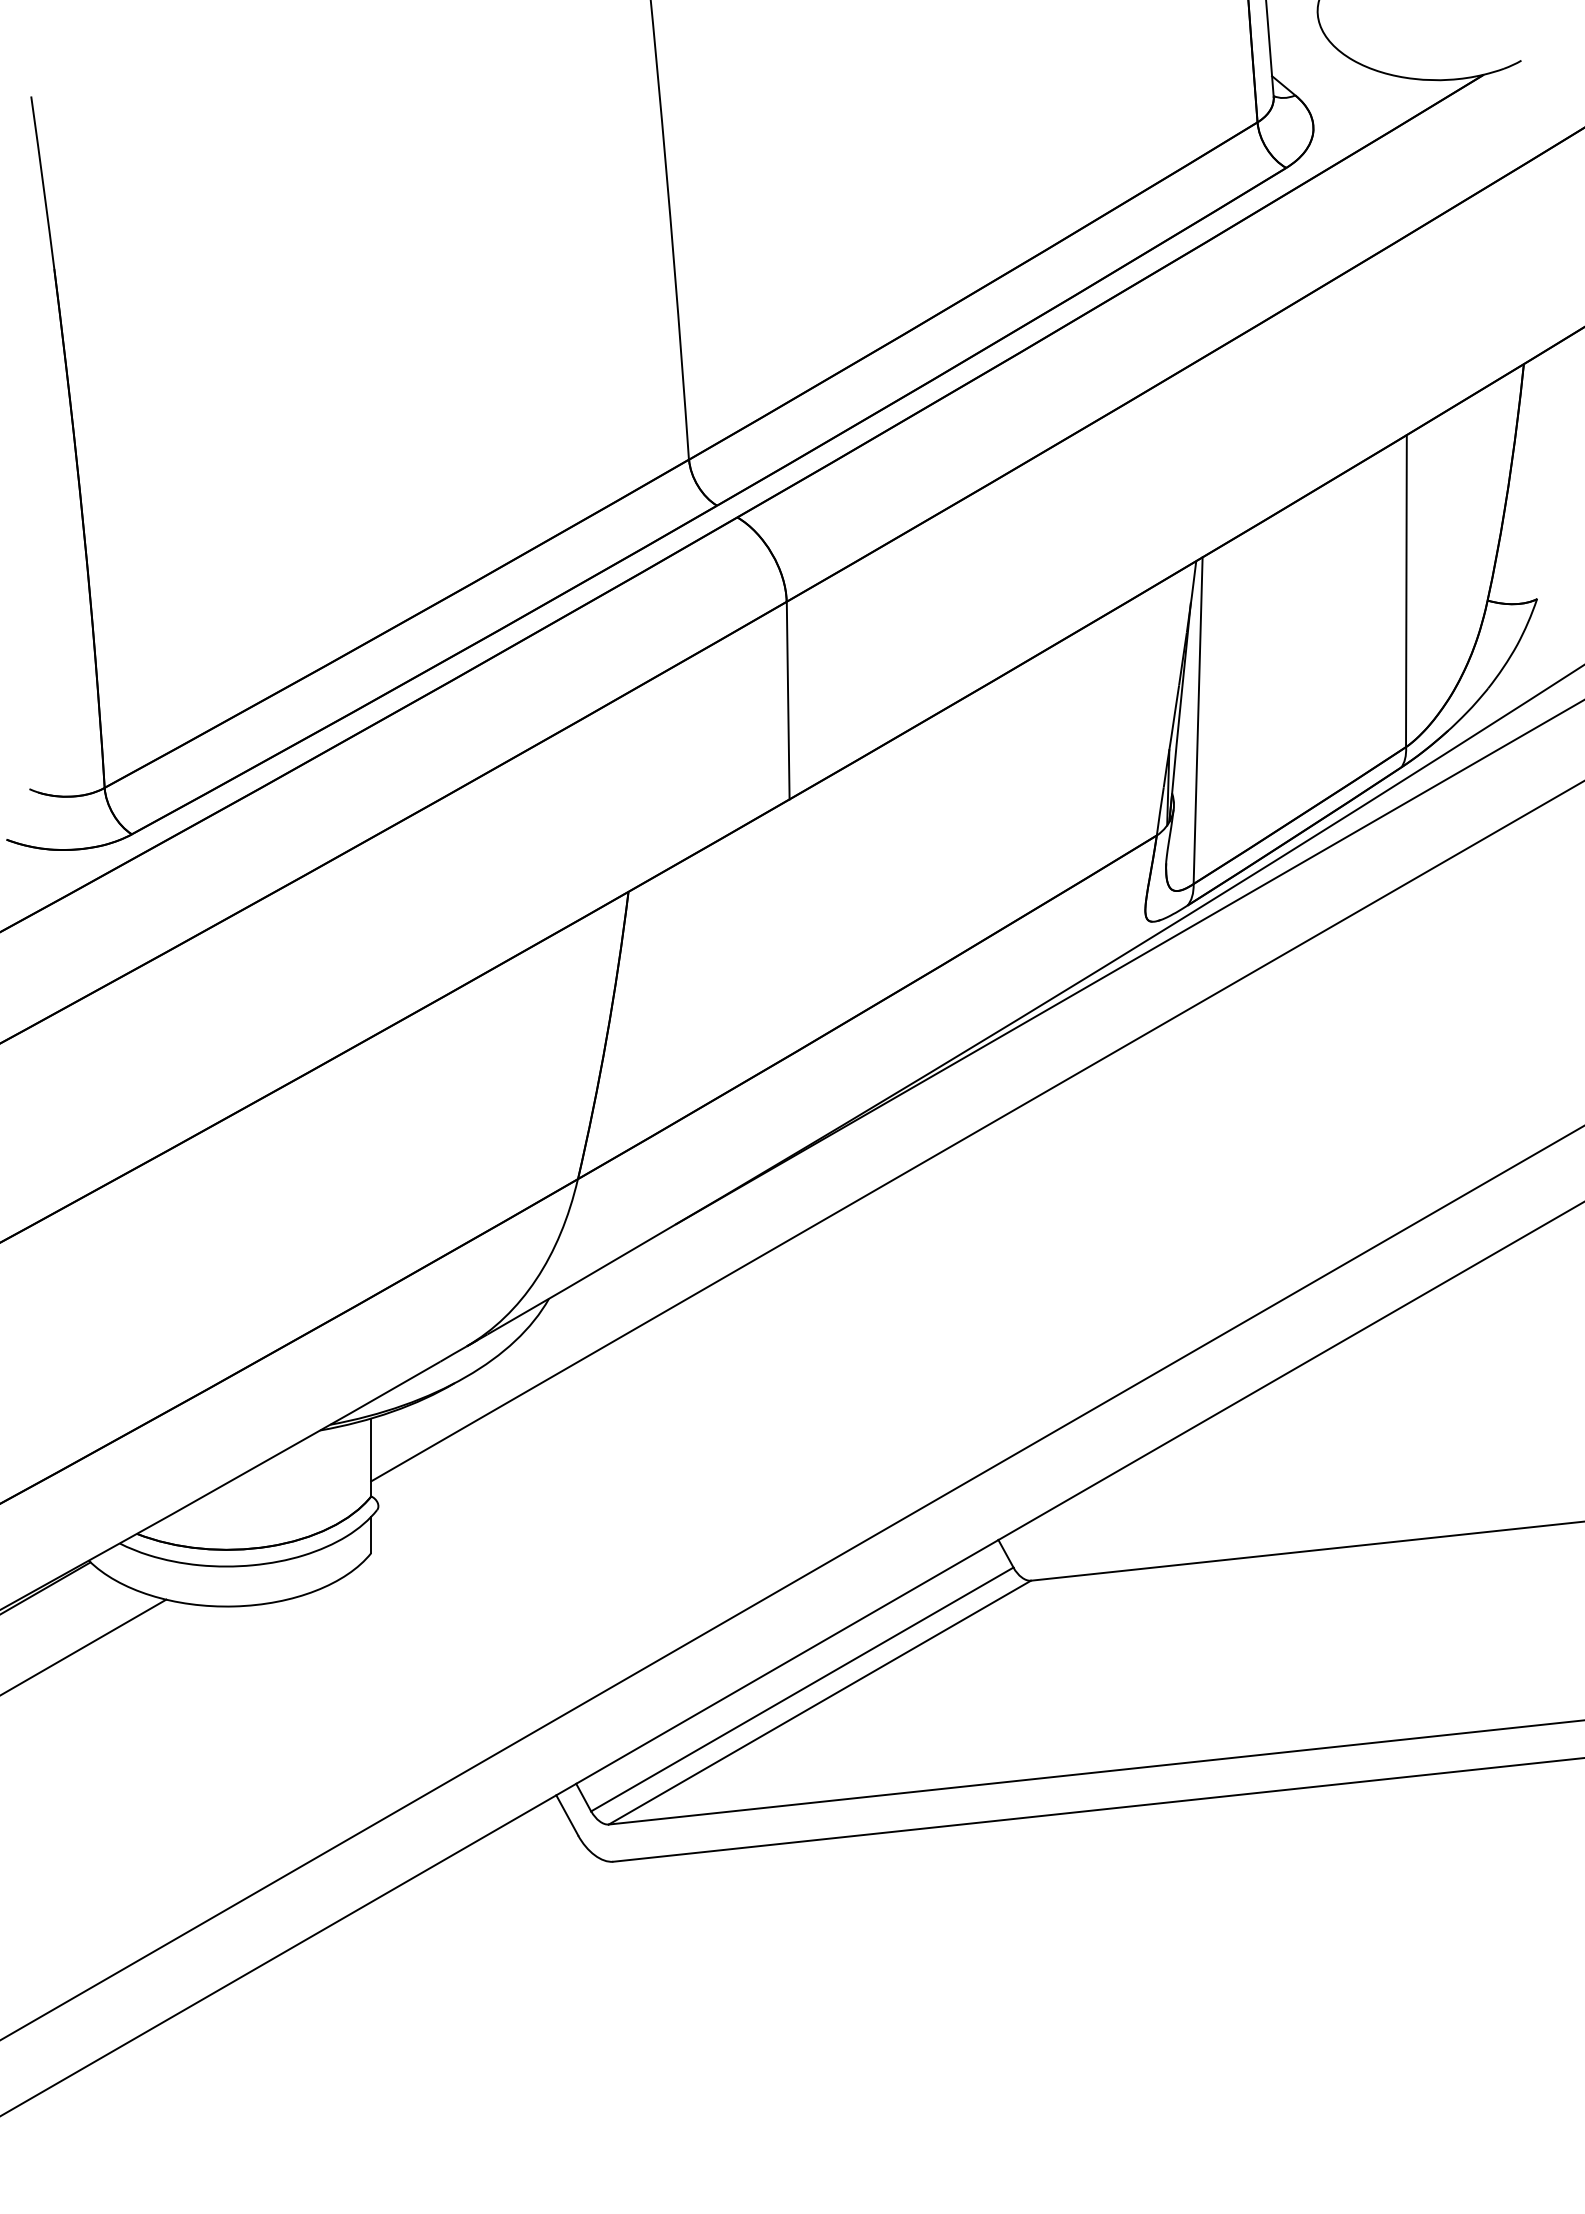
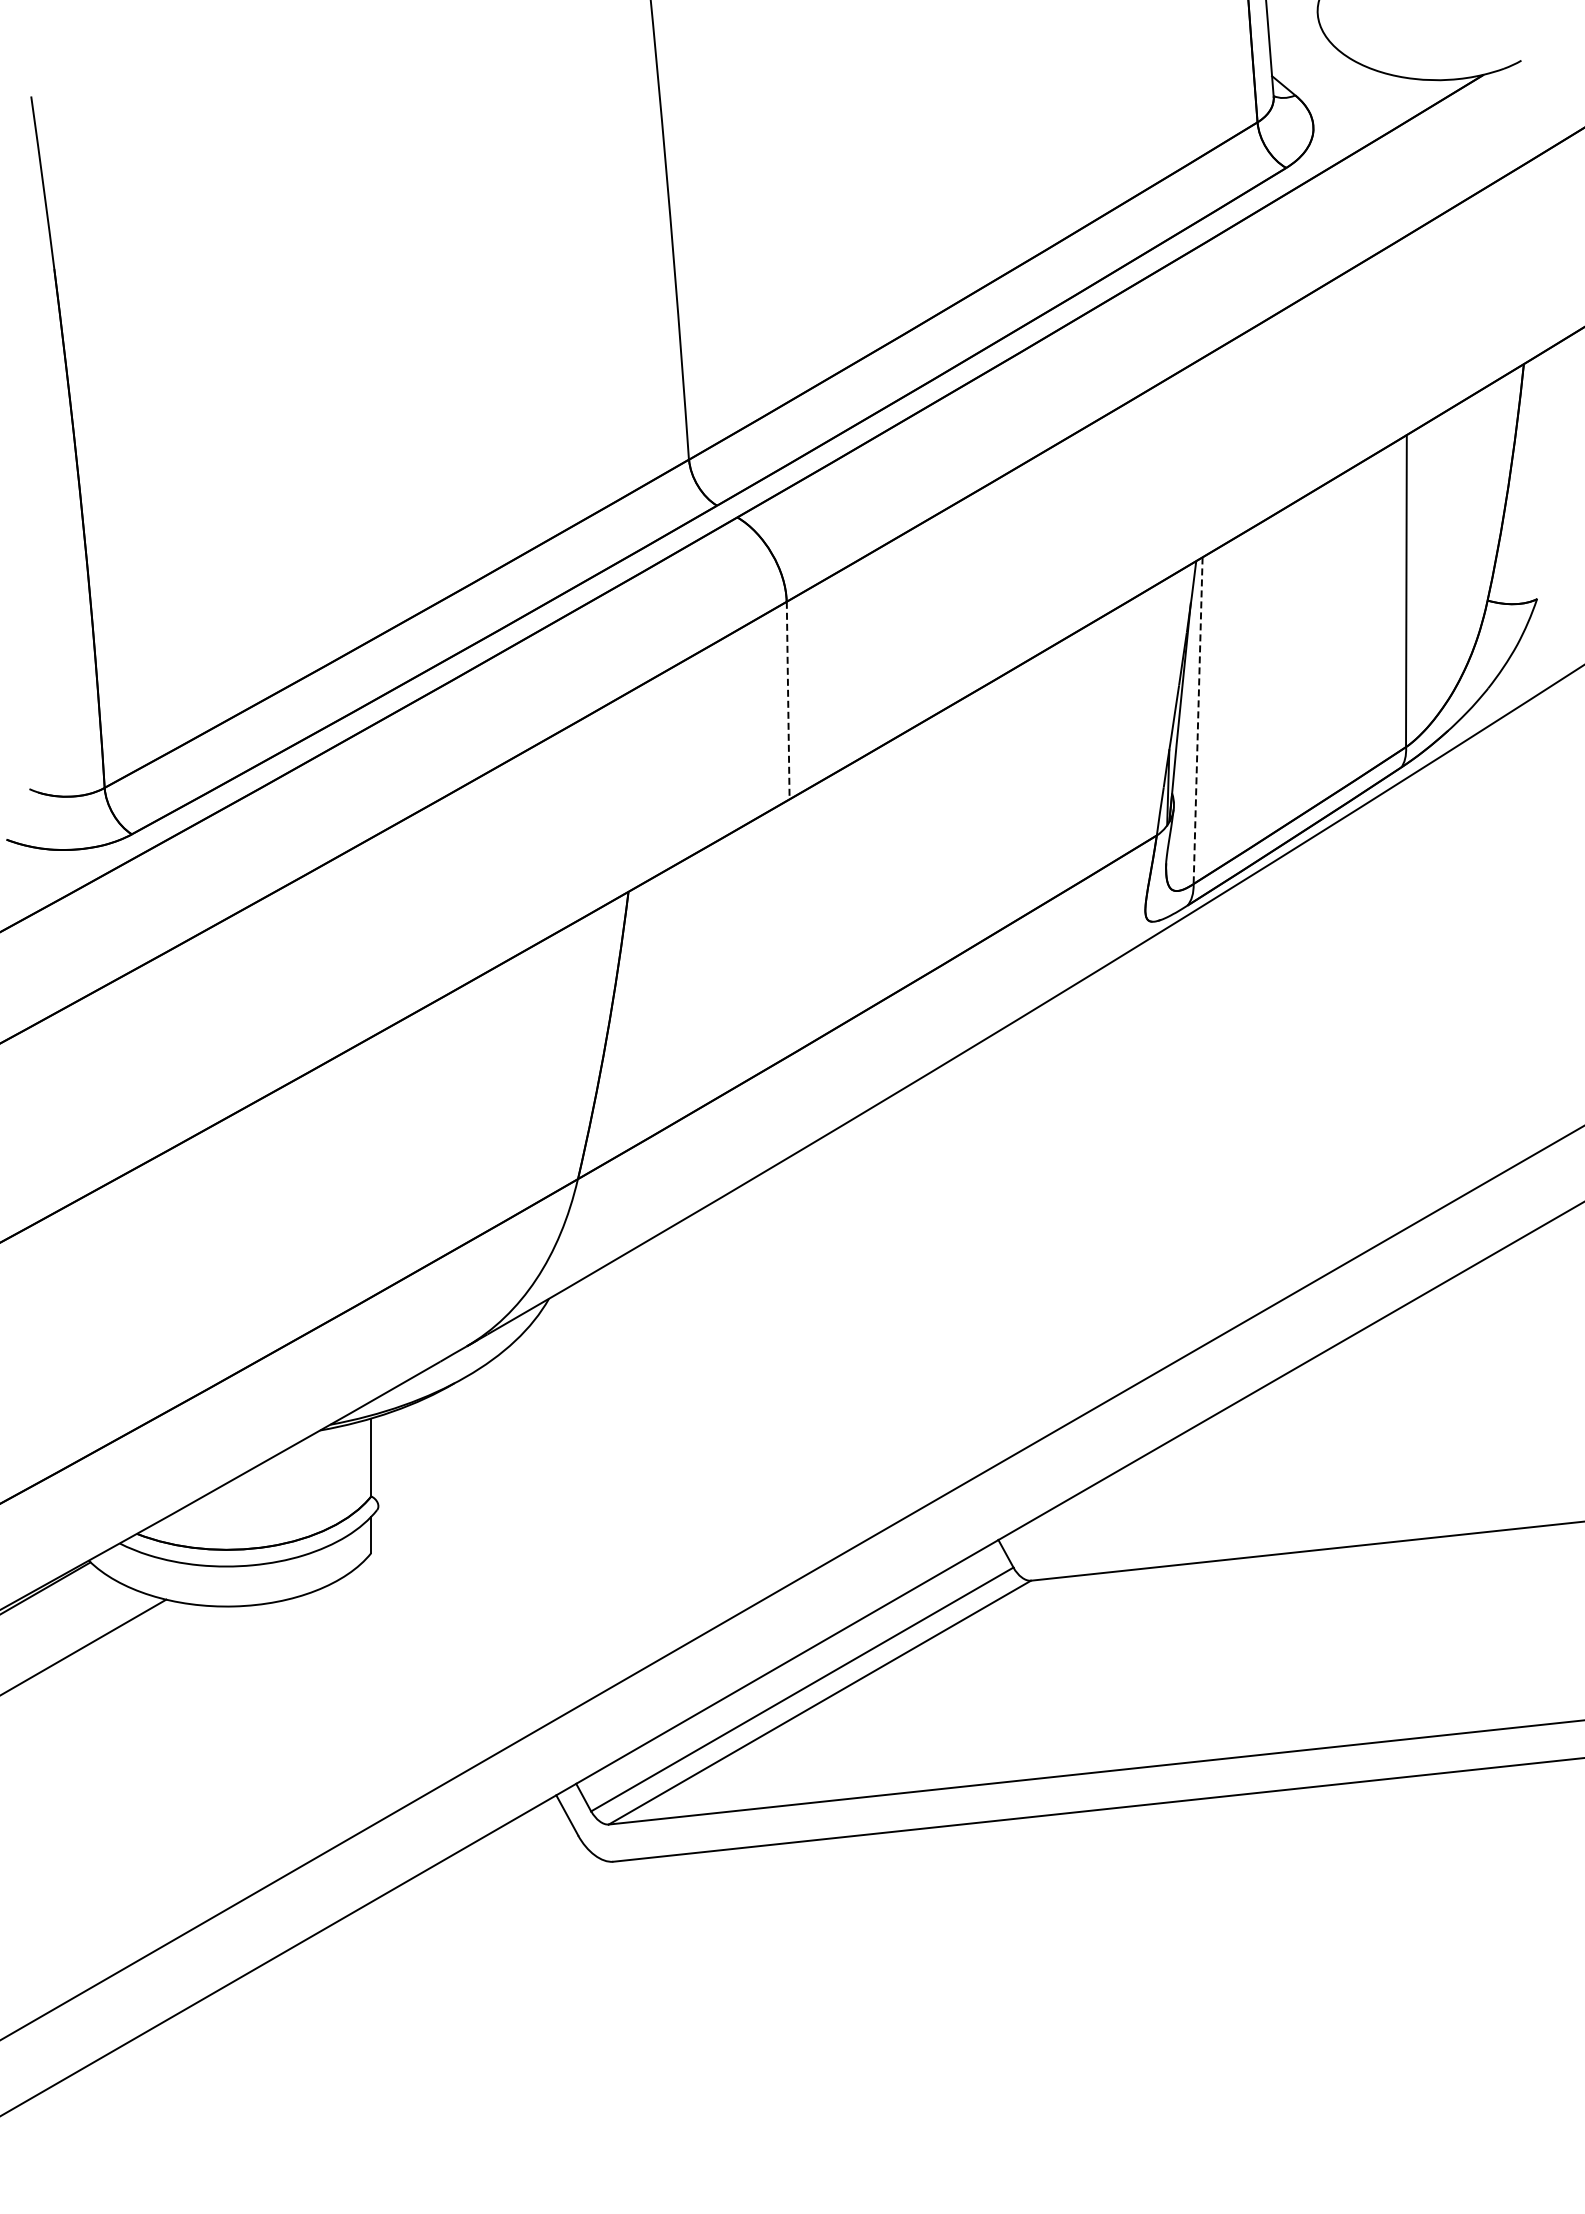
line at (788, 700): solid -> dashed
line at (1198, 721): solid -> dashed
line at (1128, 962): present -> none
line at (976, 1131): present -> none
